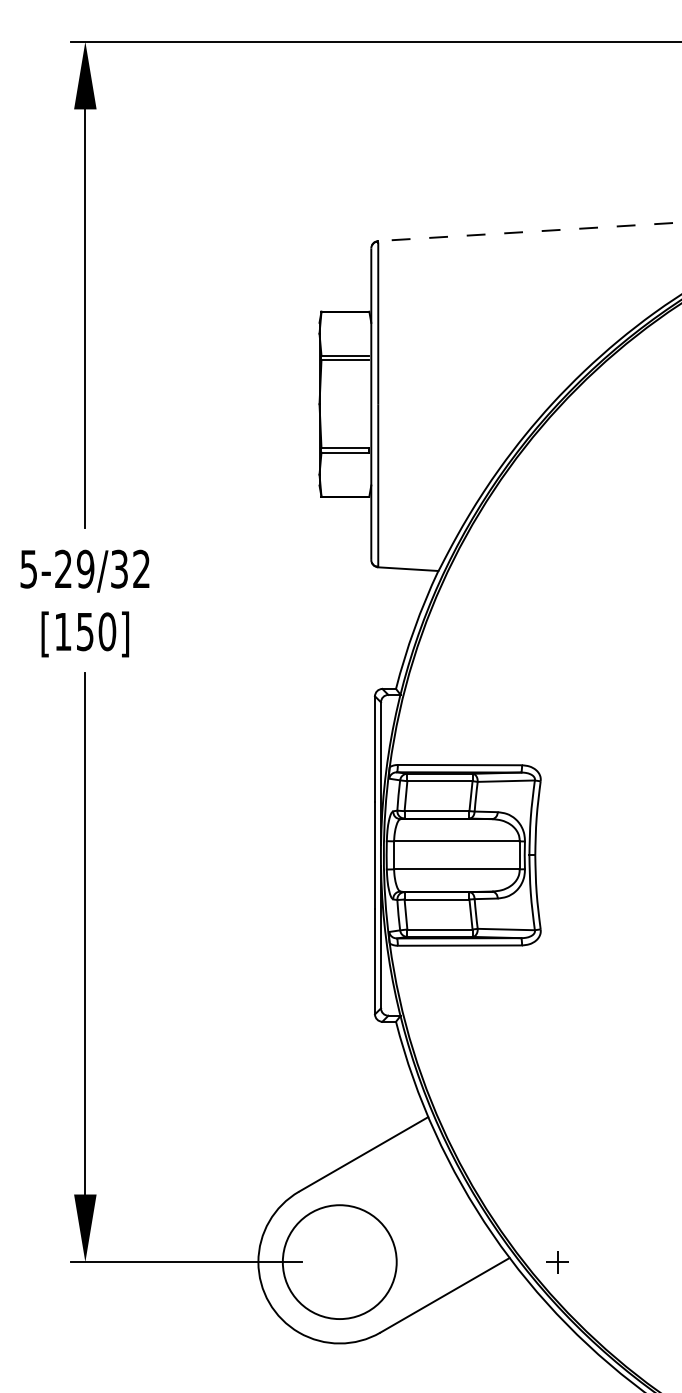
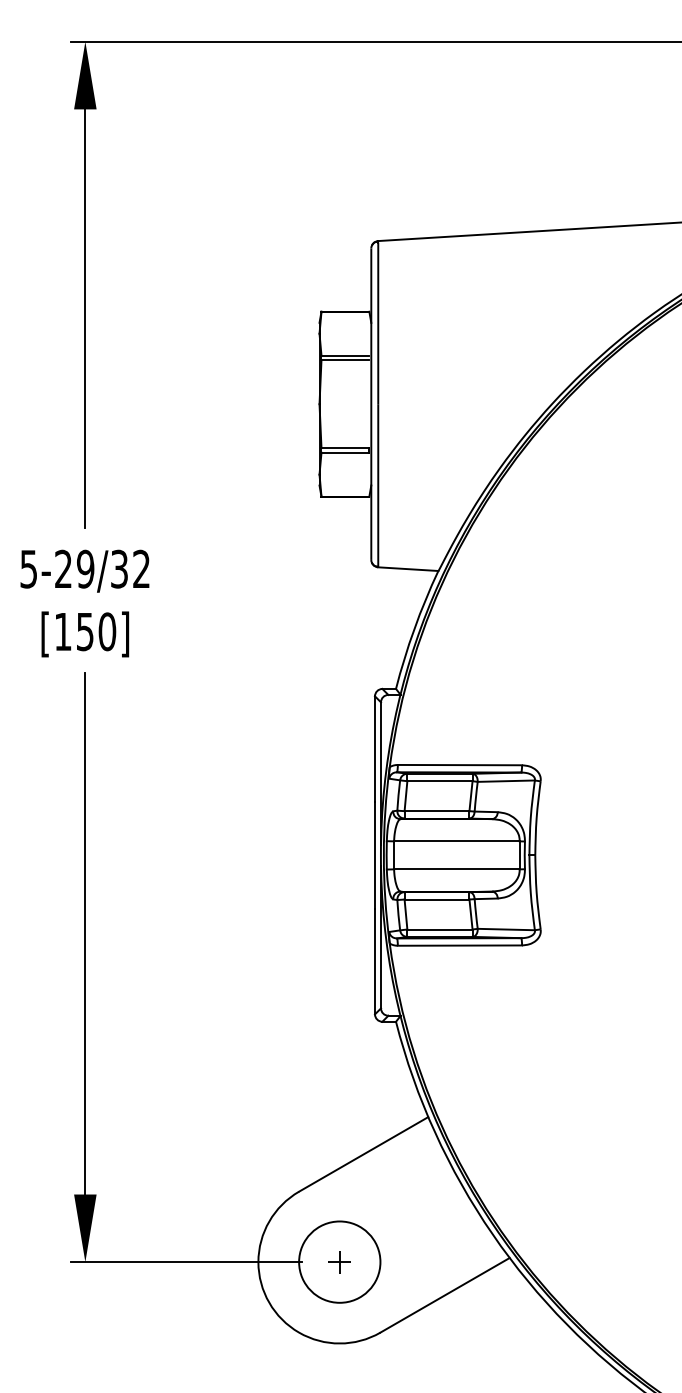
line at (529, 231): dashed -> solid
circle at (339, 1262) diameter: 114 px -> 81 px
part at (557, 1262) position: (557, 1262) -> (339, 1262)
